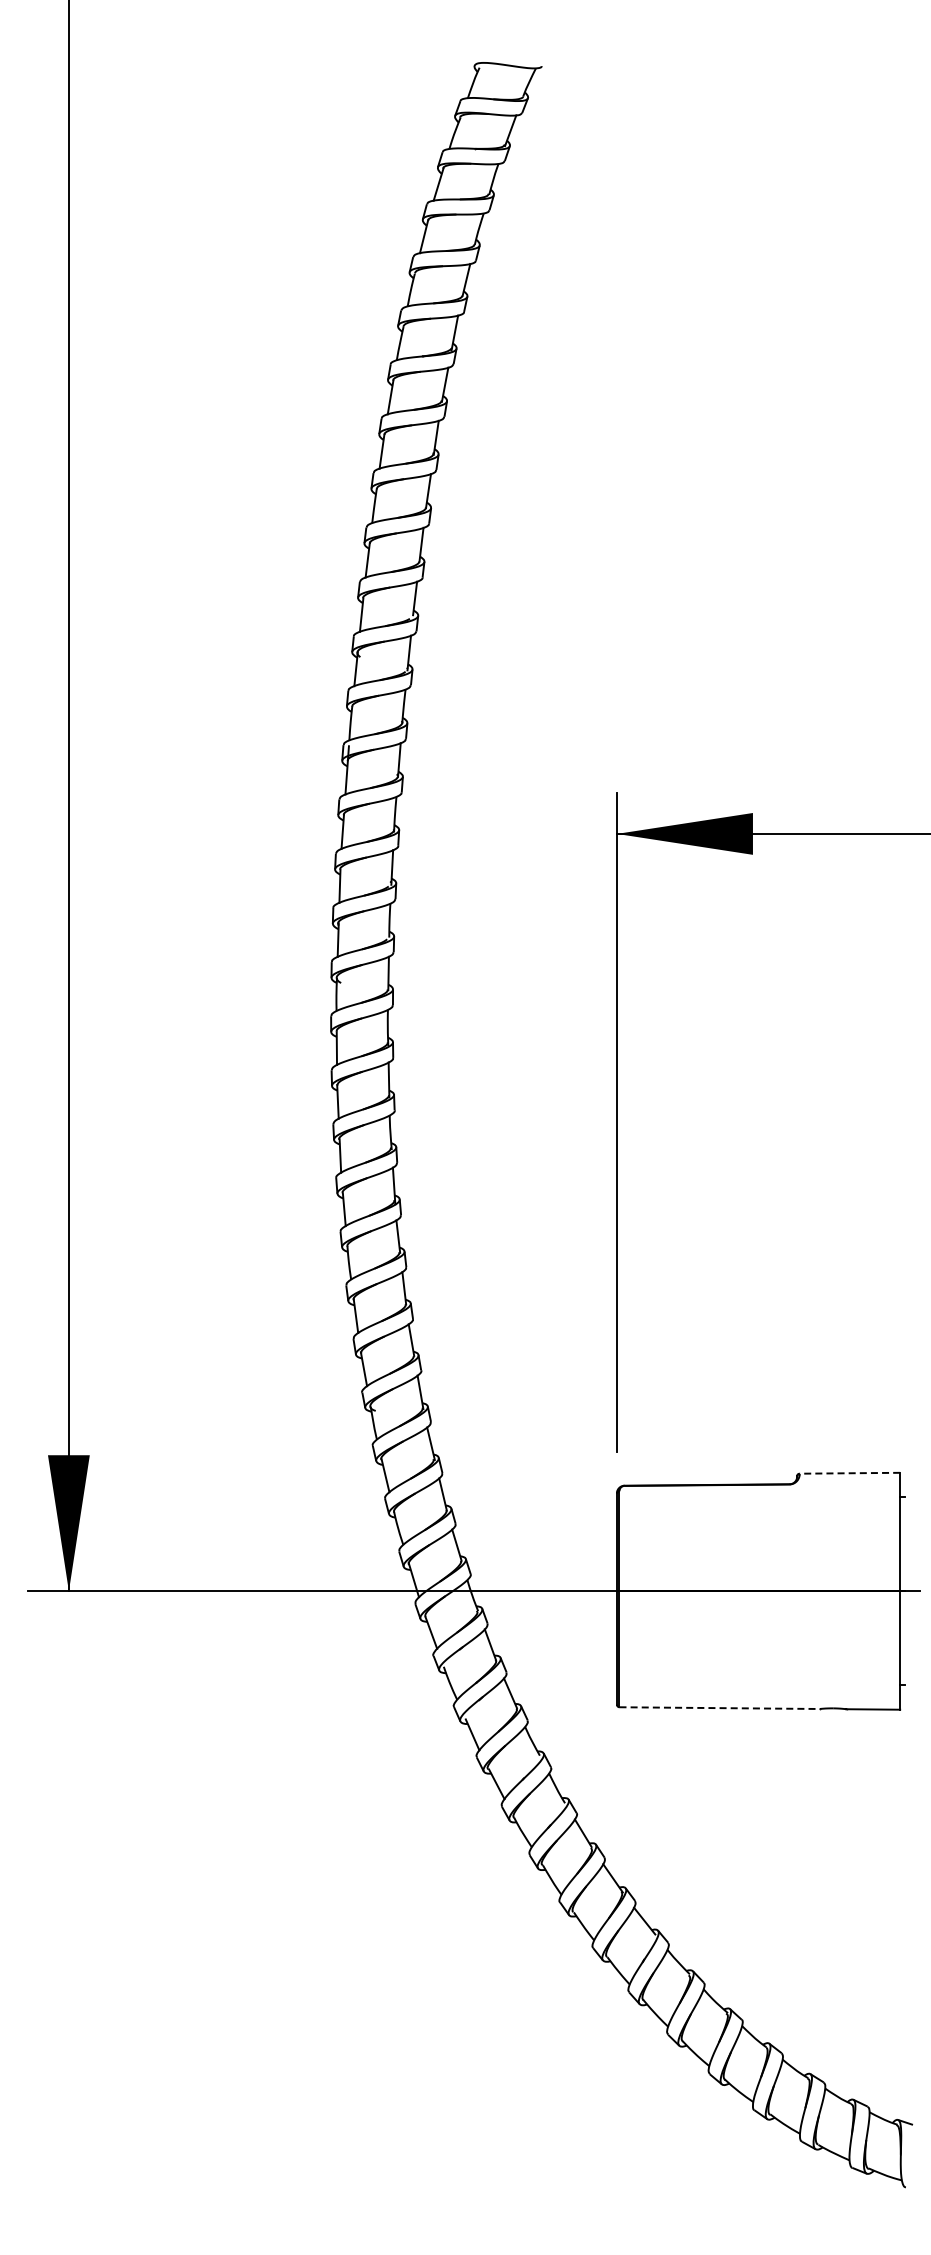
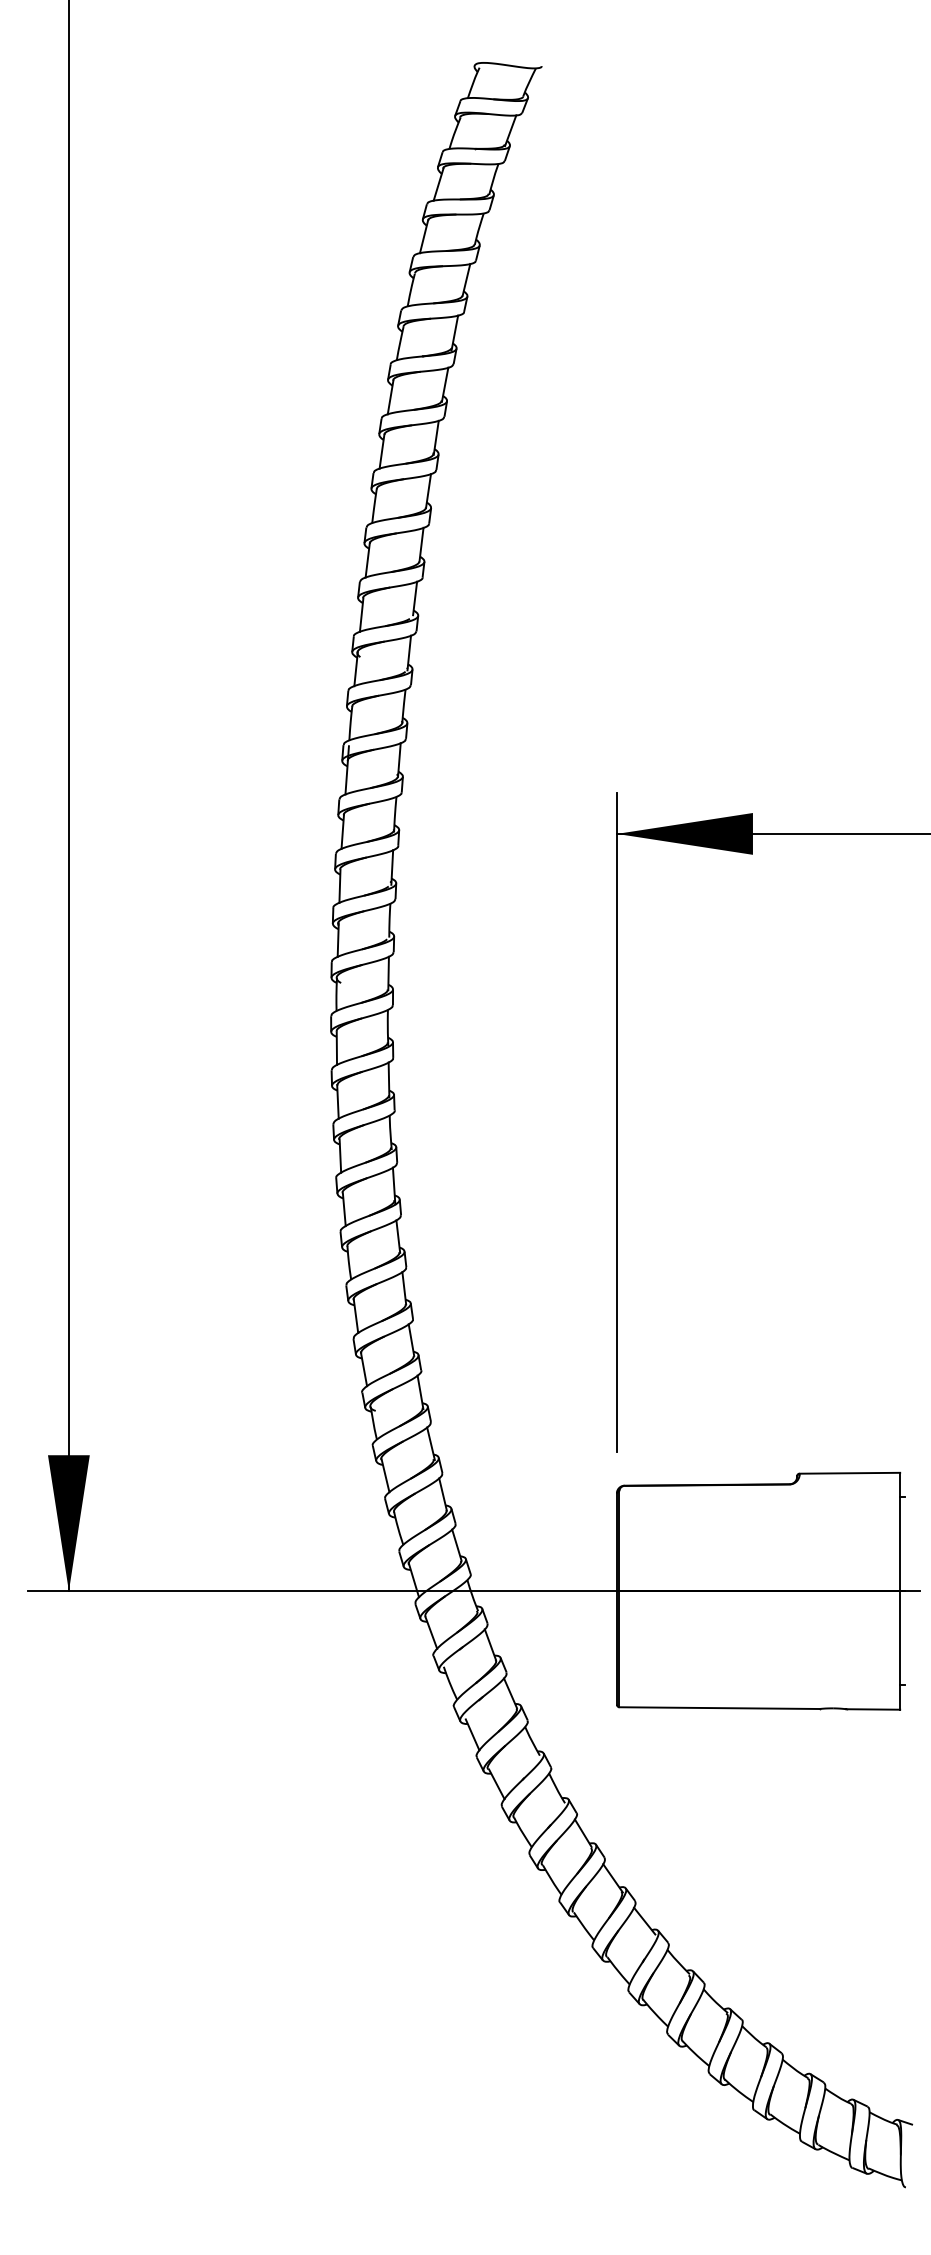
line at (849, 1473): dashed -> solid
line at (720, 1708): dashed -> solid
